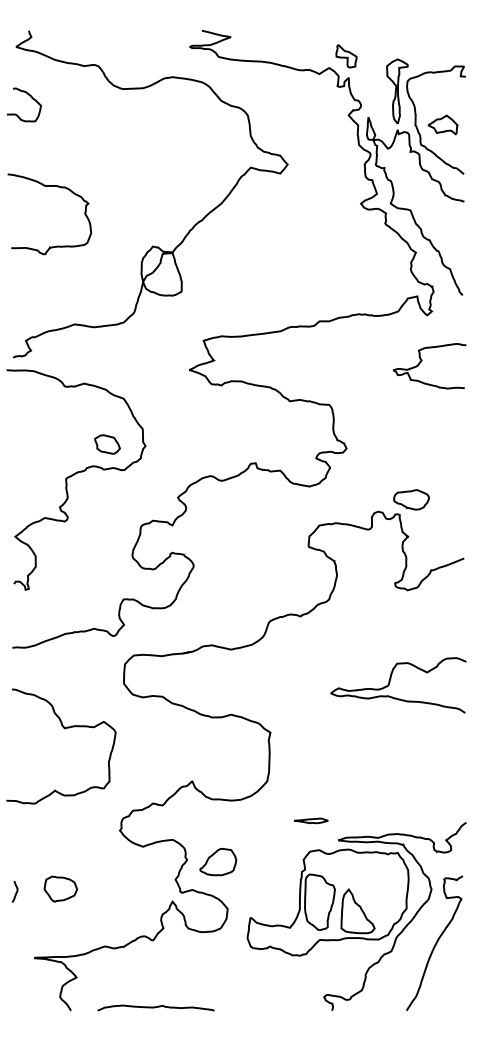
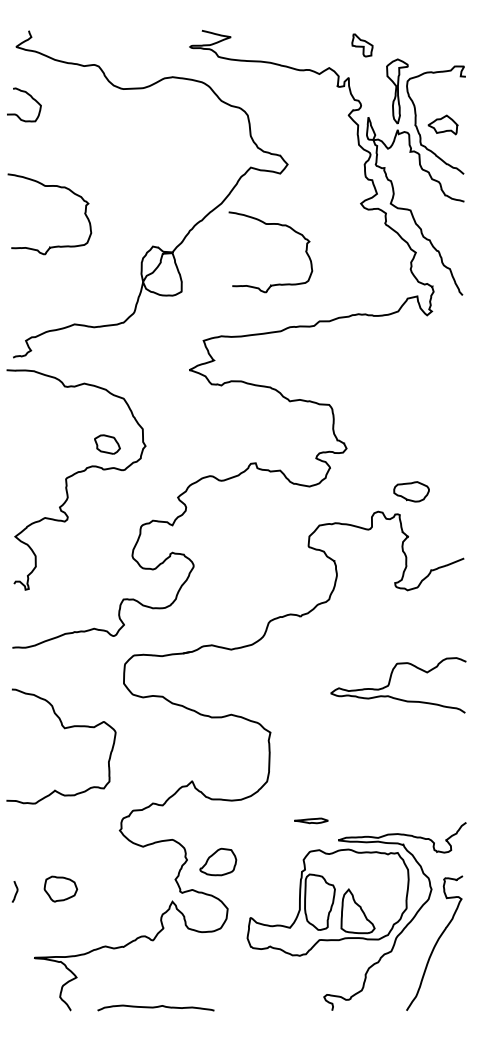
part at (346, 56) position: (346, 56) -> (362, 45)
curve at (270, 224): none -> present
curve at (421, 362): present -> none
part at (411, 499) position: (411, 499) -> (411, 491)
